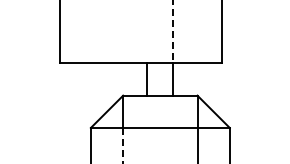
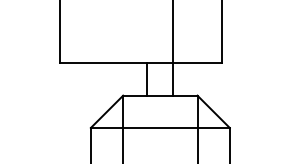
line at (173, 32): dashed -> solid
line at (123, 145): dashed -> solid
